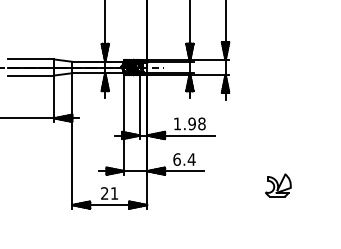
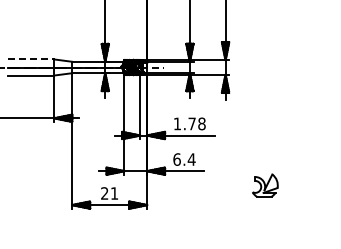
line at (31, 59): solid -> dashed
text at (191, 123): 1.98 -> 1.78
part at (278, 185) position: (278, 185) -> (265, 185)
